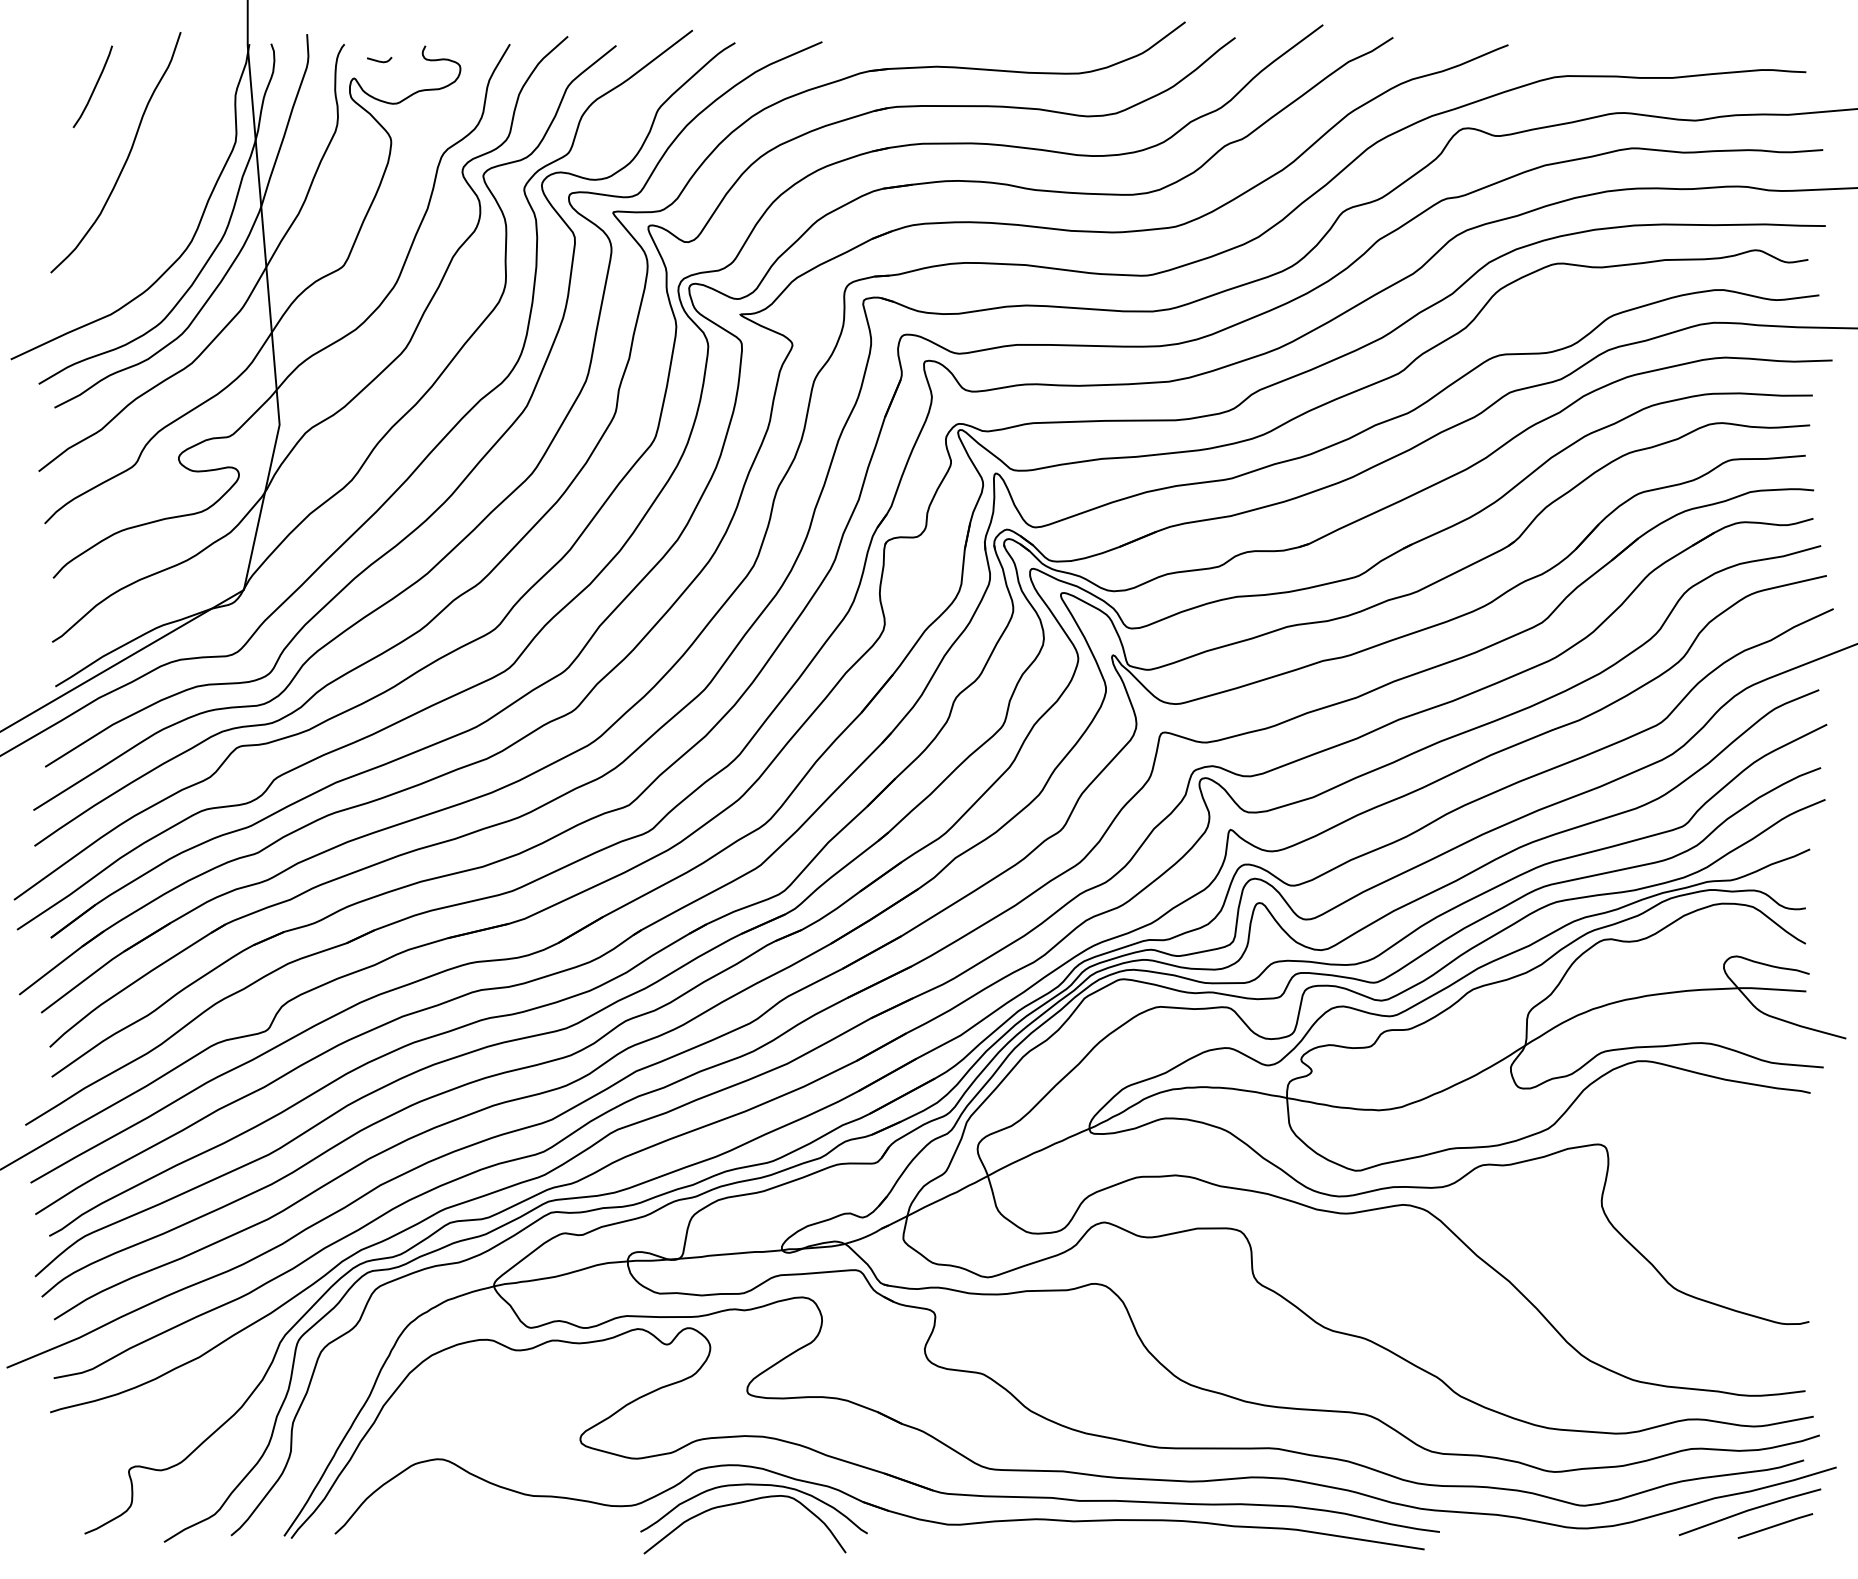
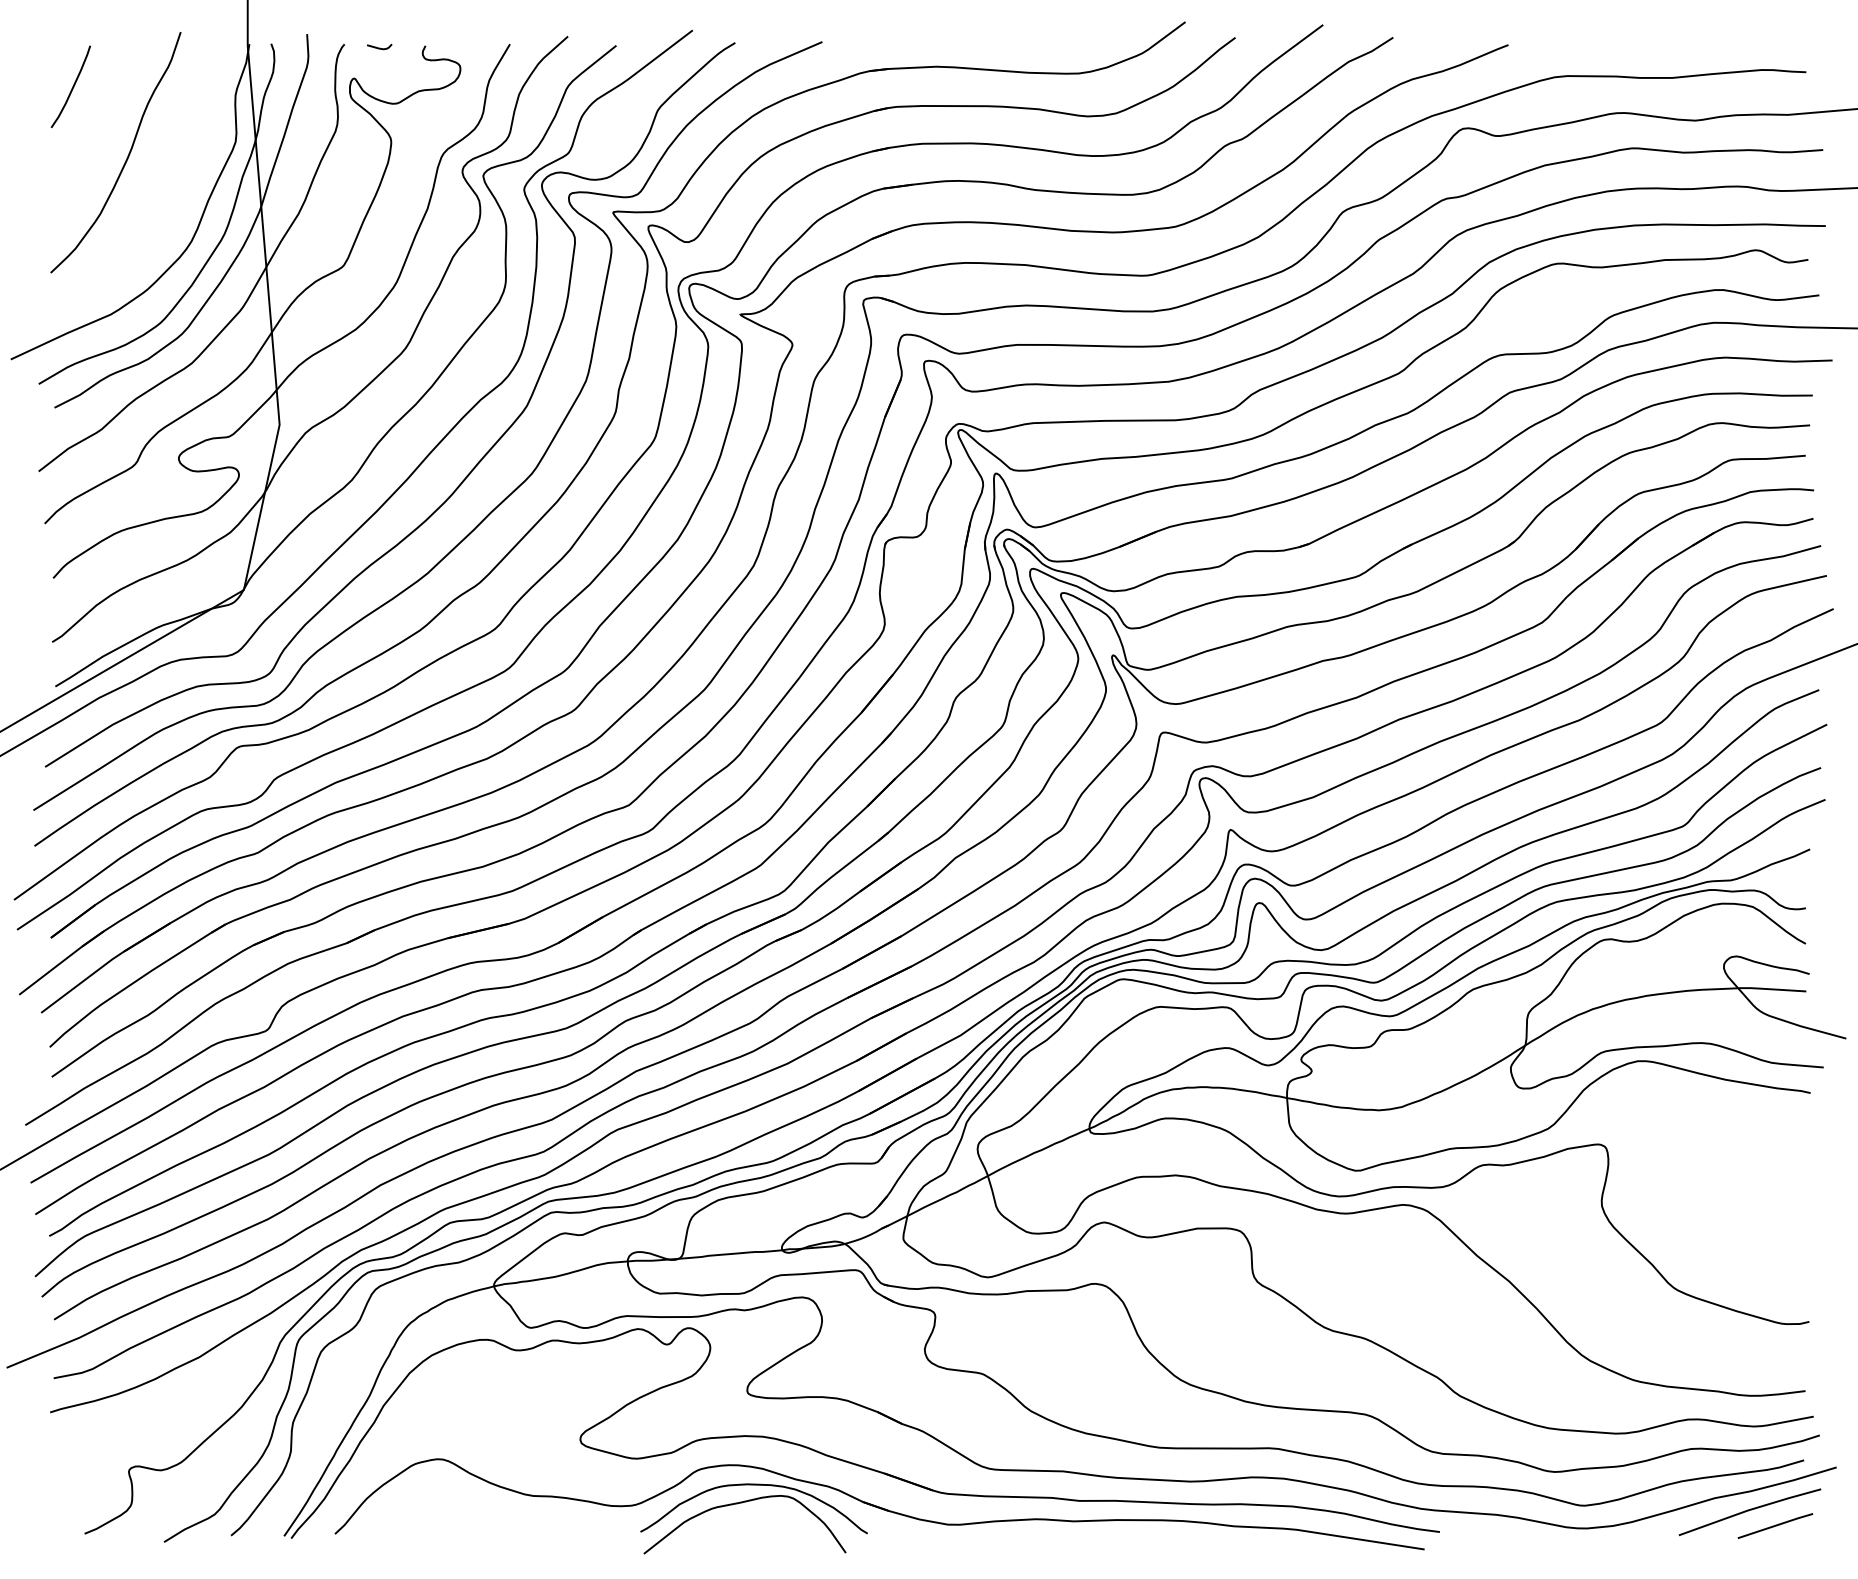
curve at (379, 60) position: (379, 60) -> (379, 47)
curve at (94, 86) position: (94, 86) -> (72, 86)
